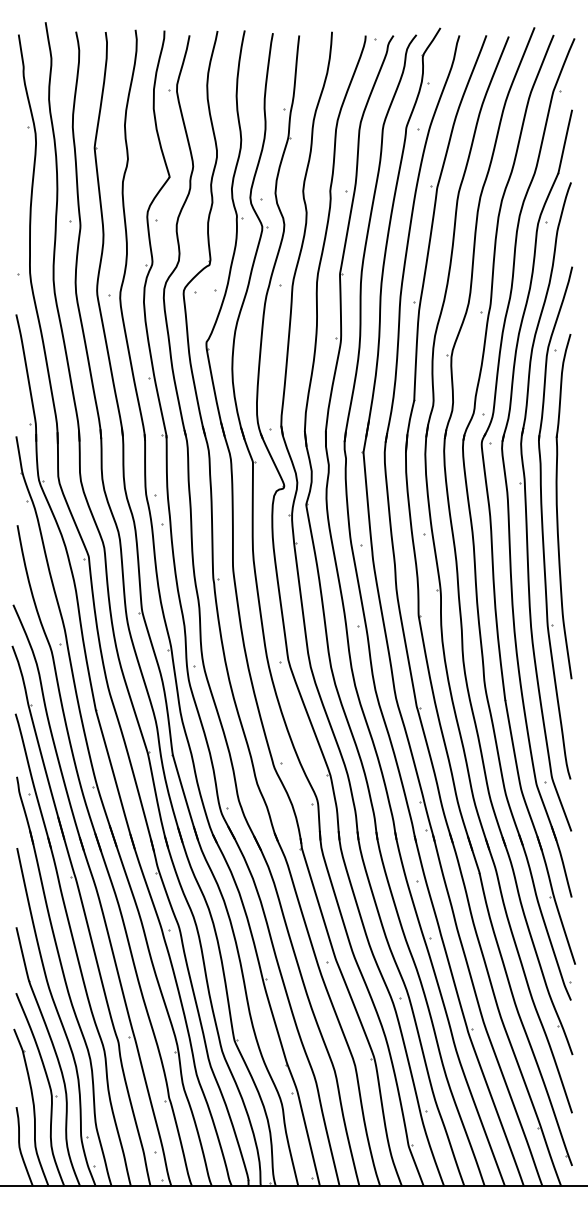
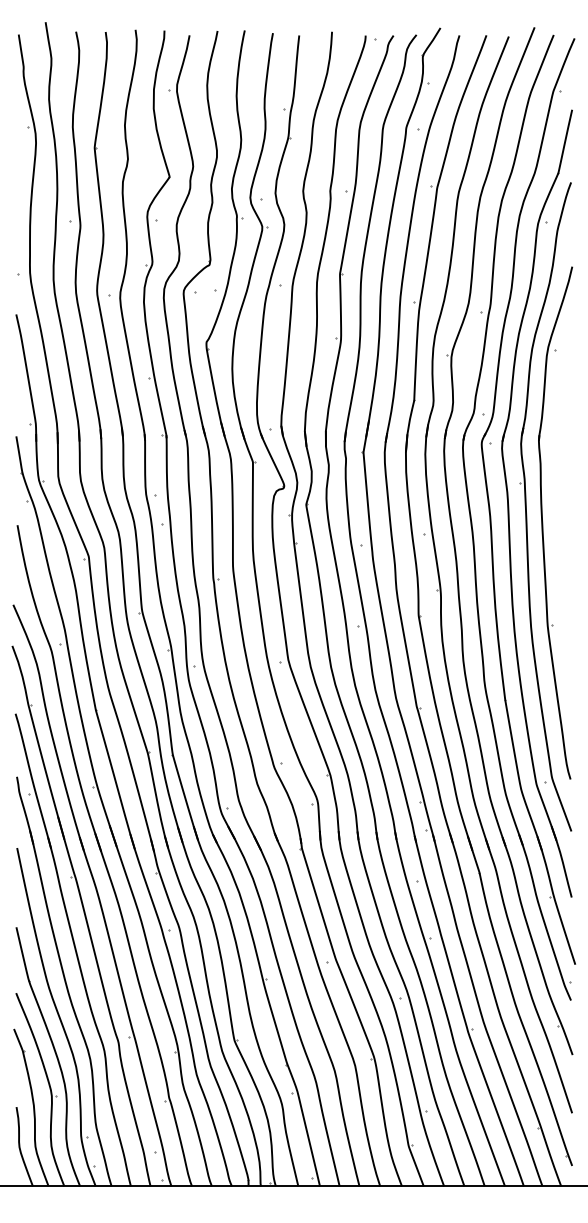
part at (563, 506): present -> none
